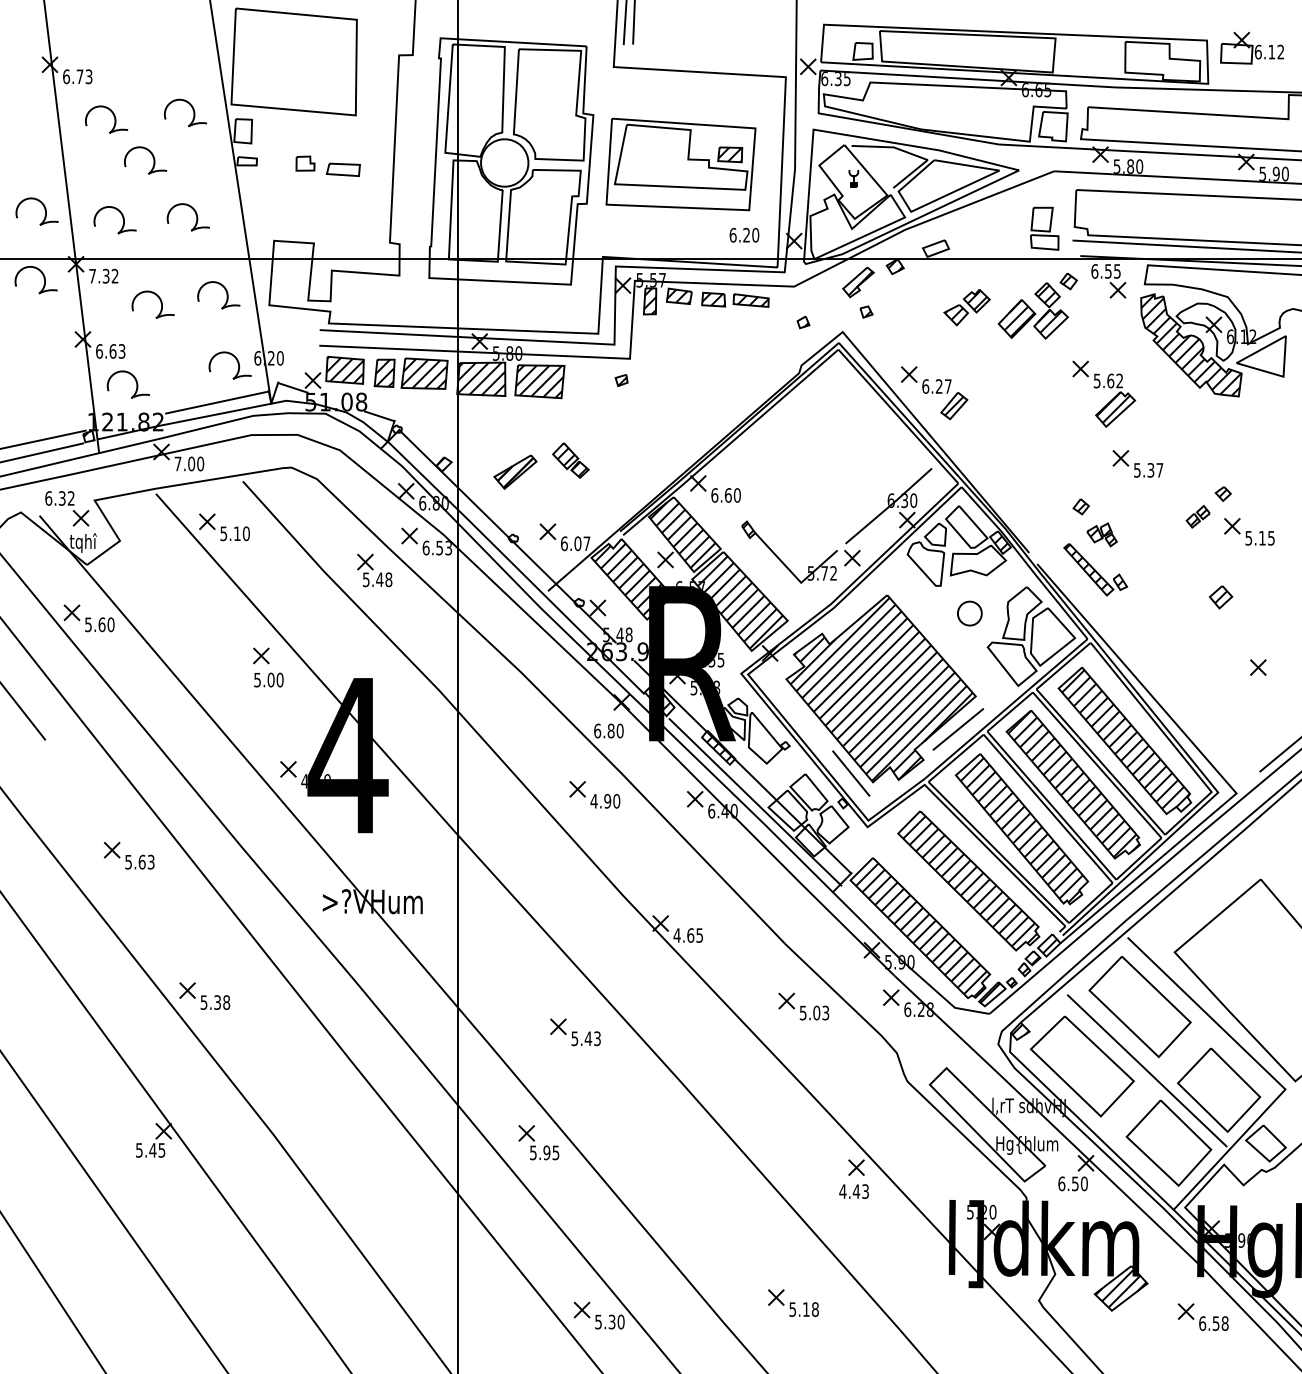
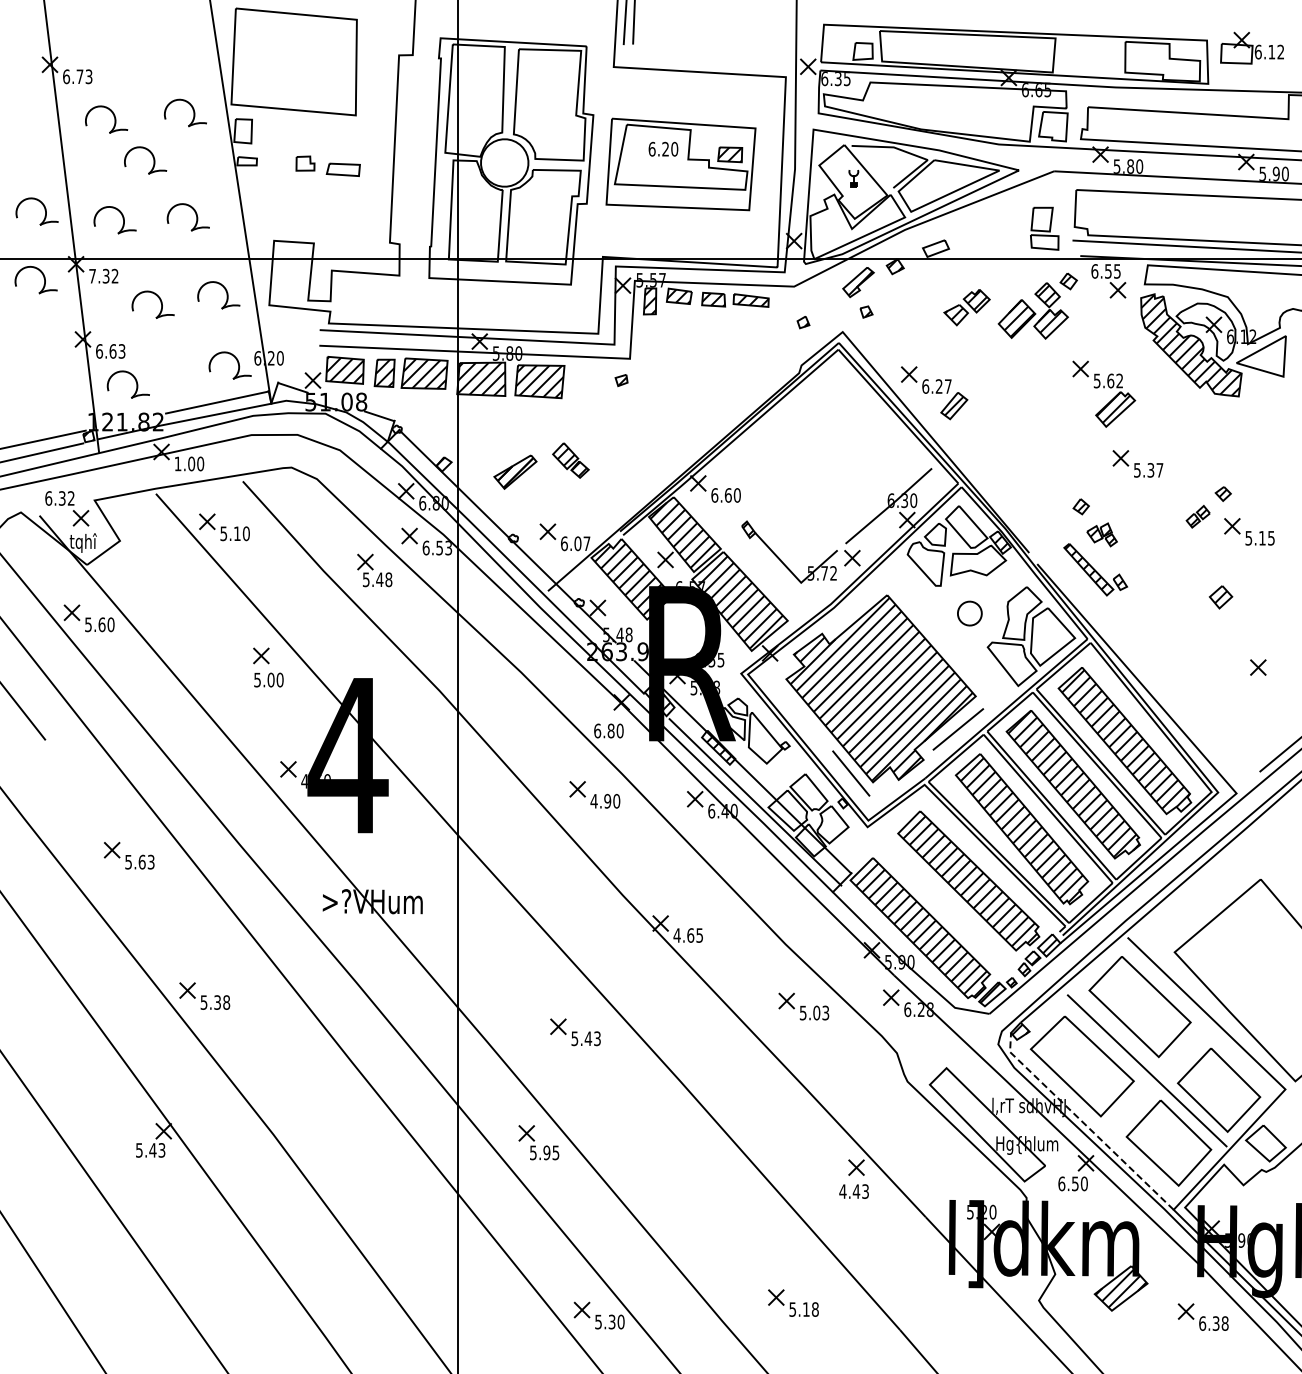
text at (744, 234) position: (744, 234) -> (663, 148)
text at (177, 463): 7.00 -> 1.00
line at (1083, 1123): solid -> dashed
text at (162, 1149): 5.45 -> 5.43
text at (1216, 1322): 6.58 -> 6.38
